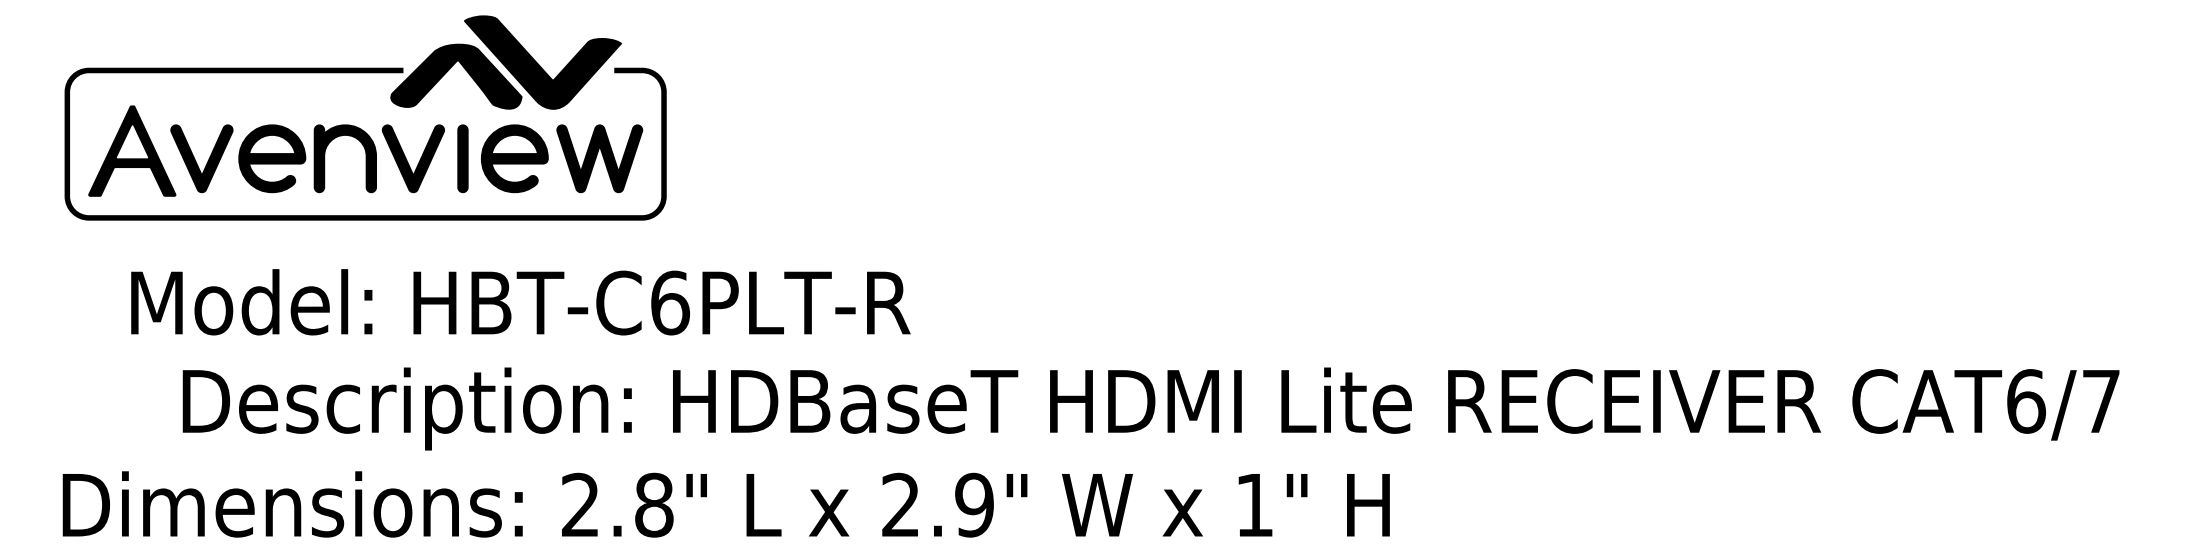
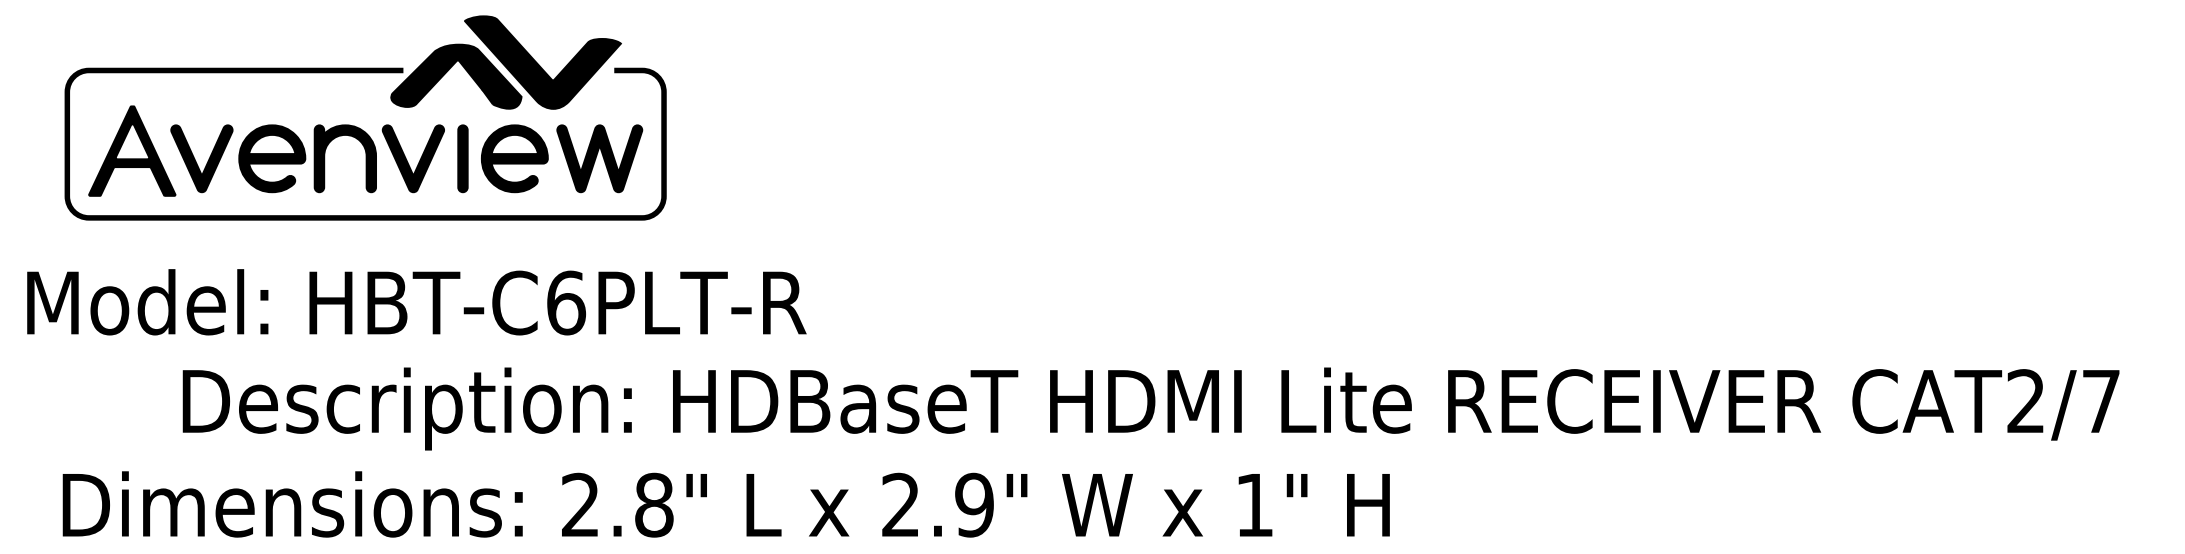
text at (520, 302) position: (520, 302) -> (416, 302)
text at (2026, 401): CAT6/7 -> CAT2/7
